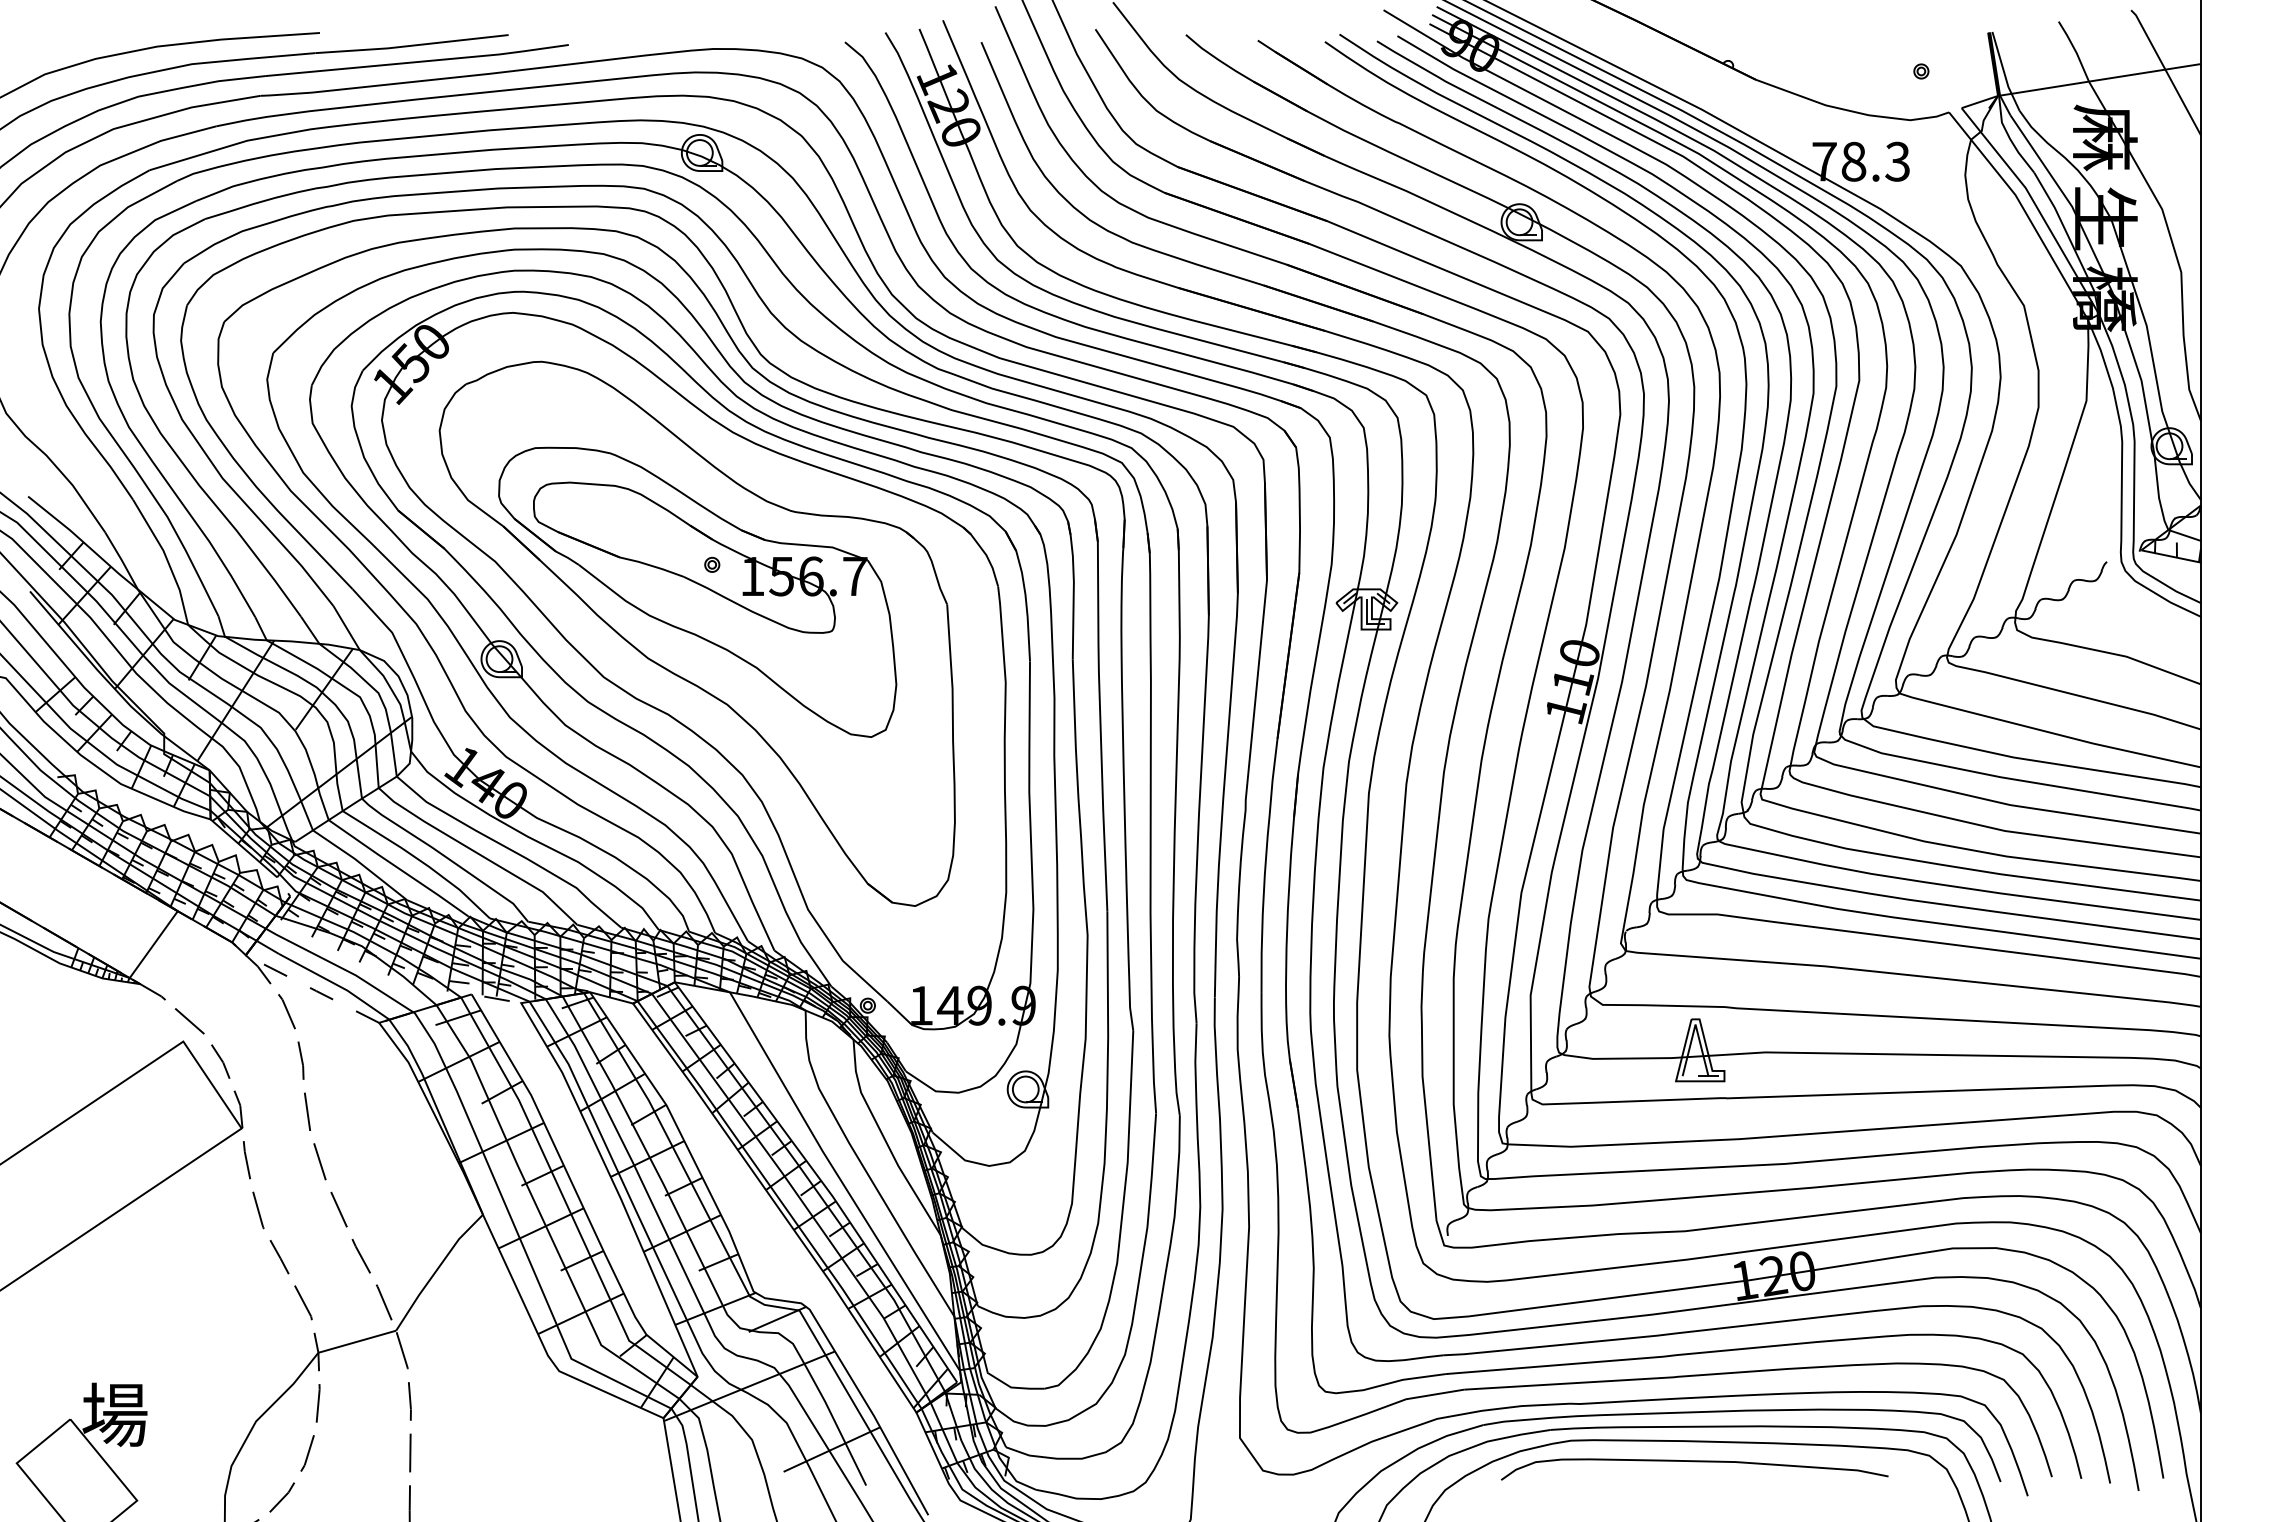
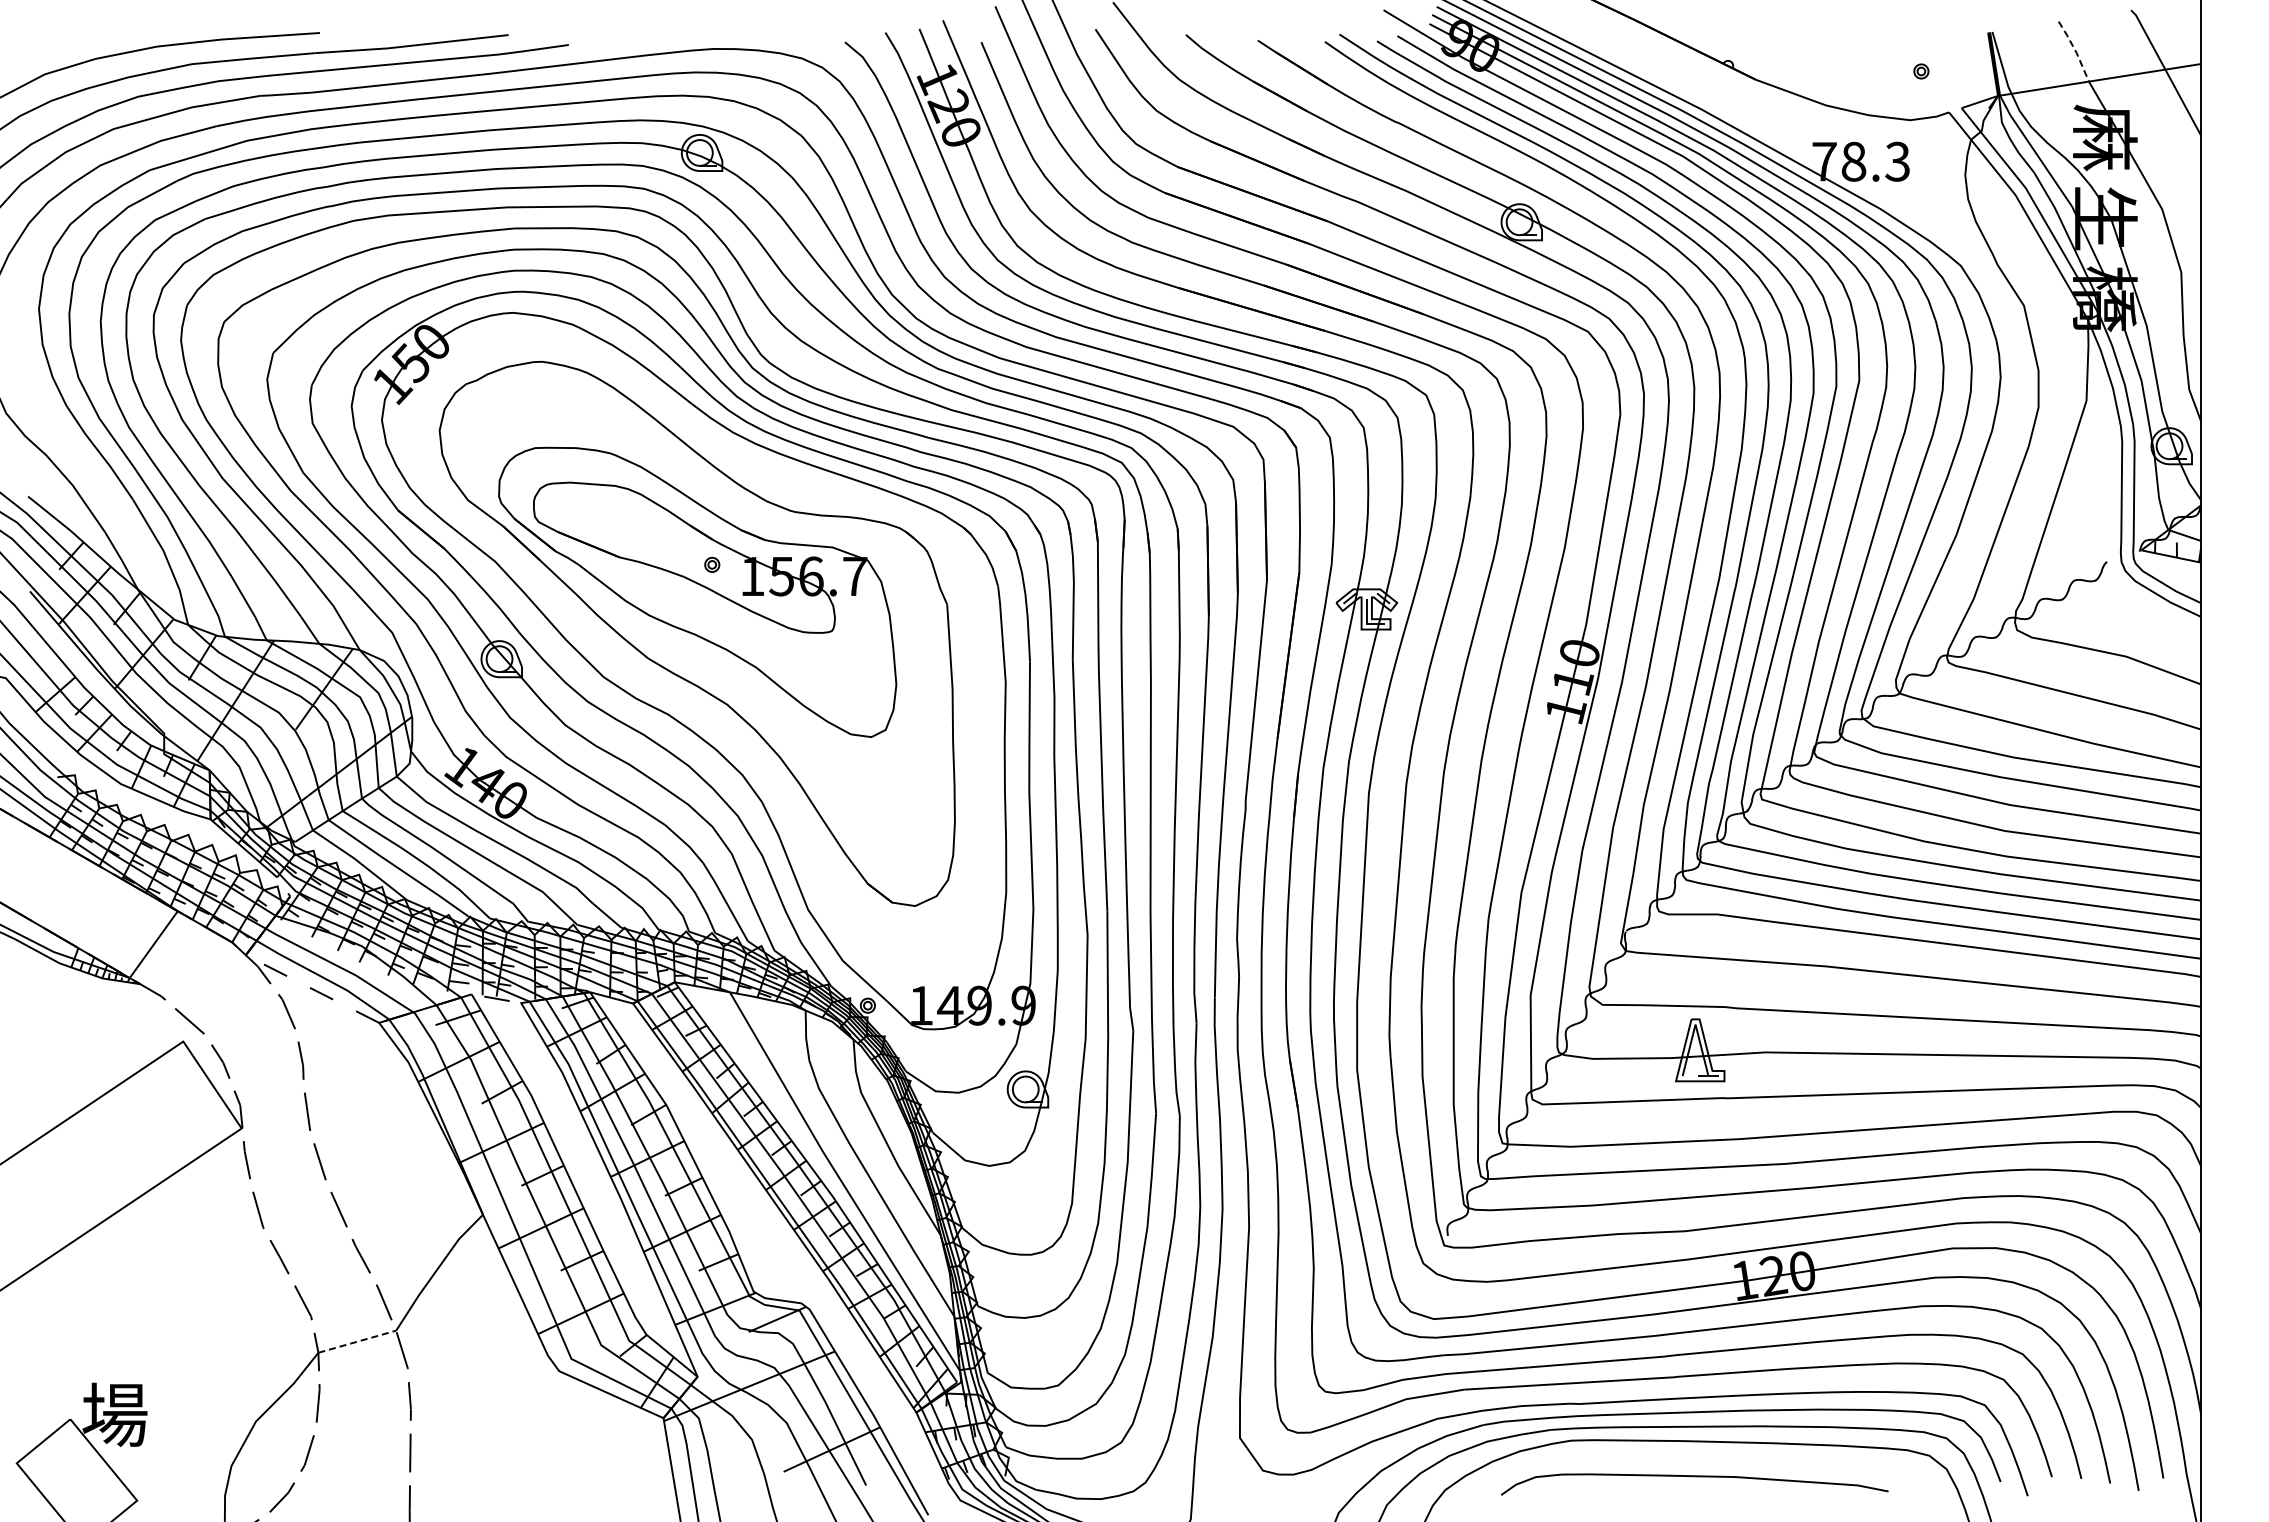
line at (2075, 50): solid -> dashed
line at (357, 1341): solid -> dashed
curve at (1694, 1462) position: (1694, 1462) -> (1694, 1477)
